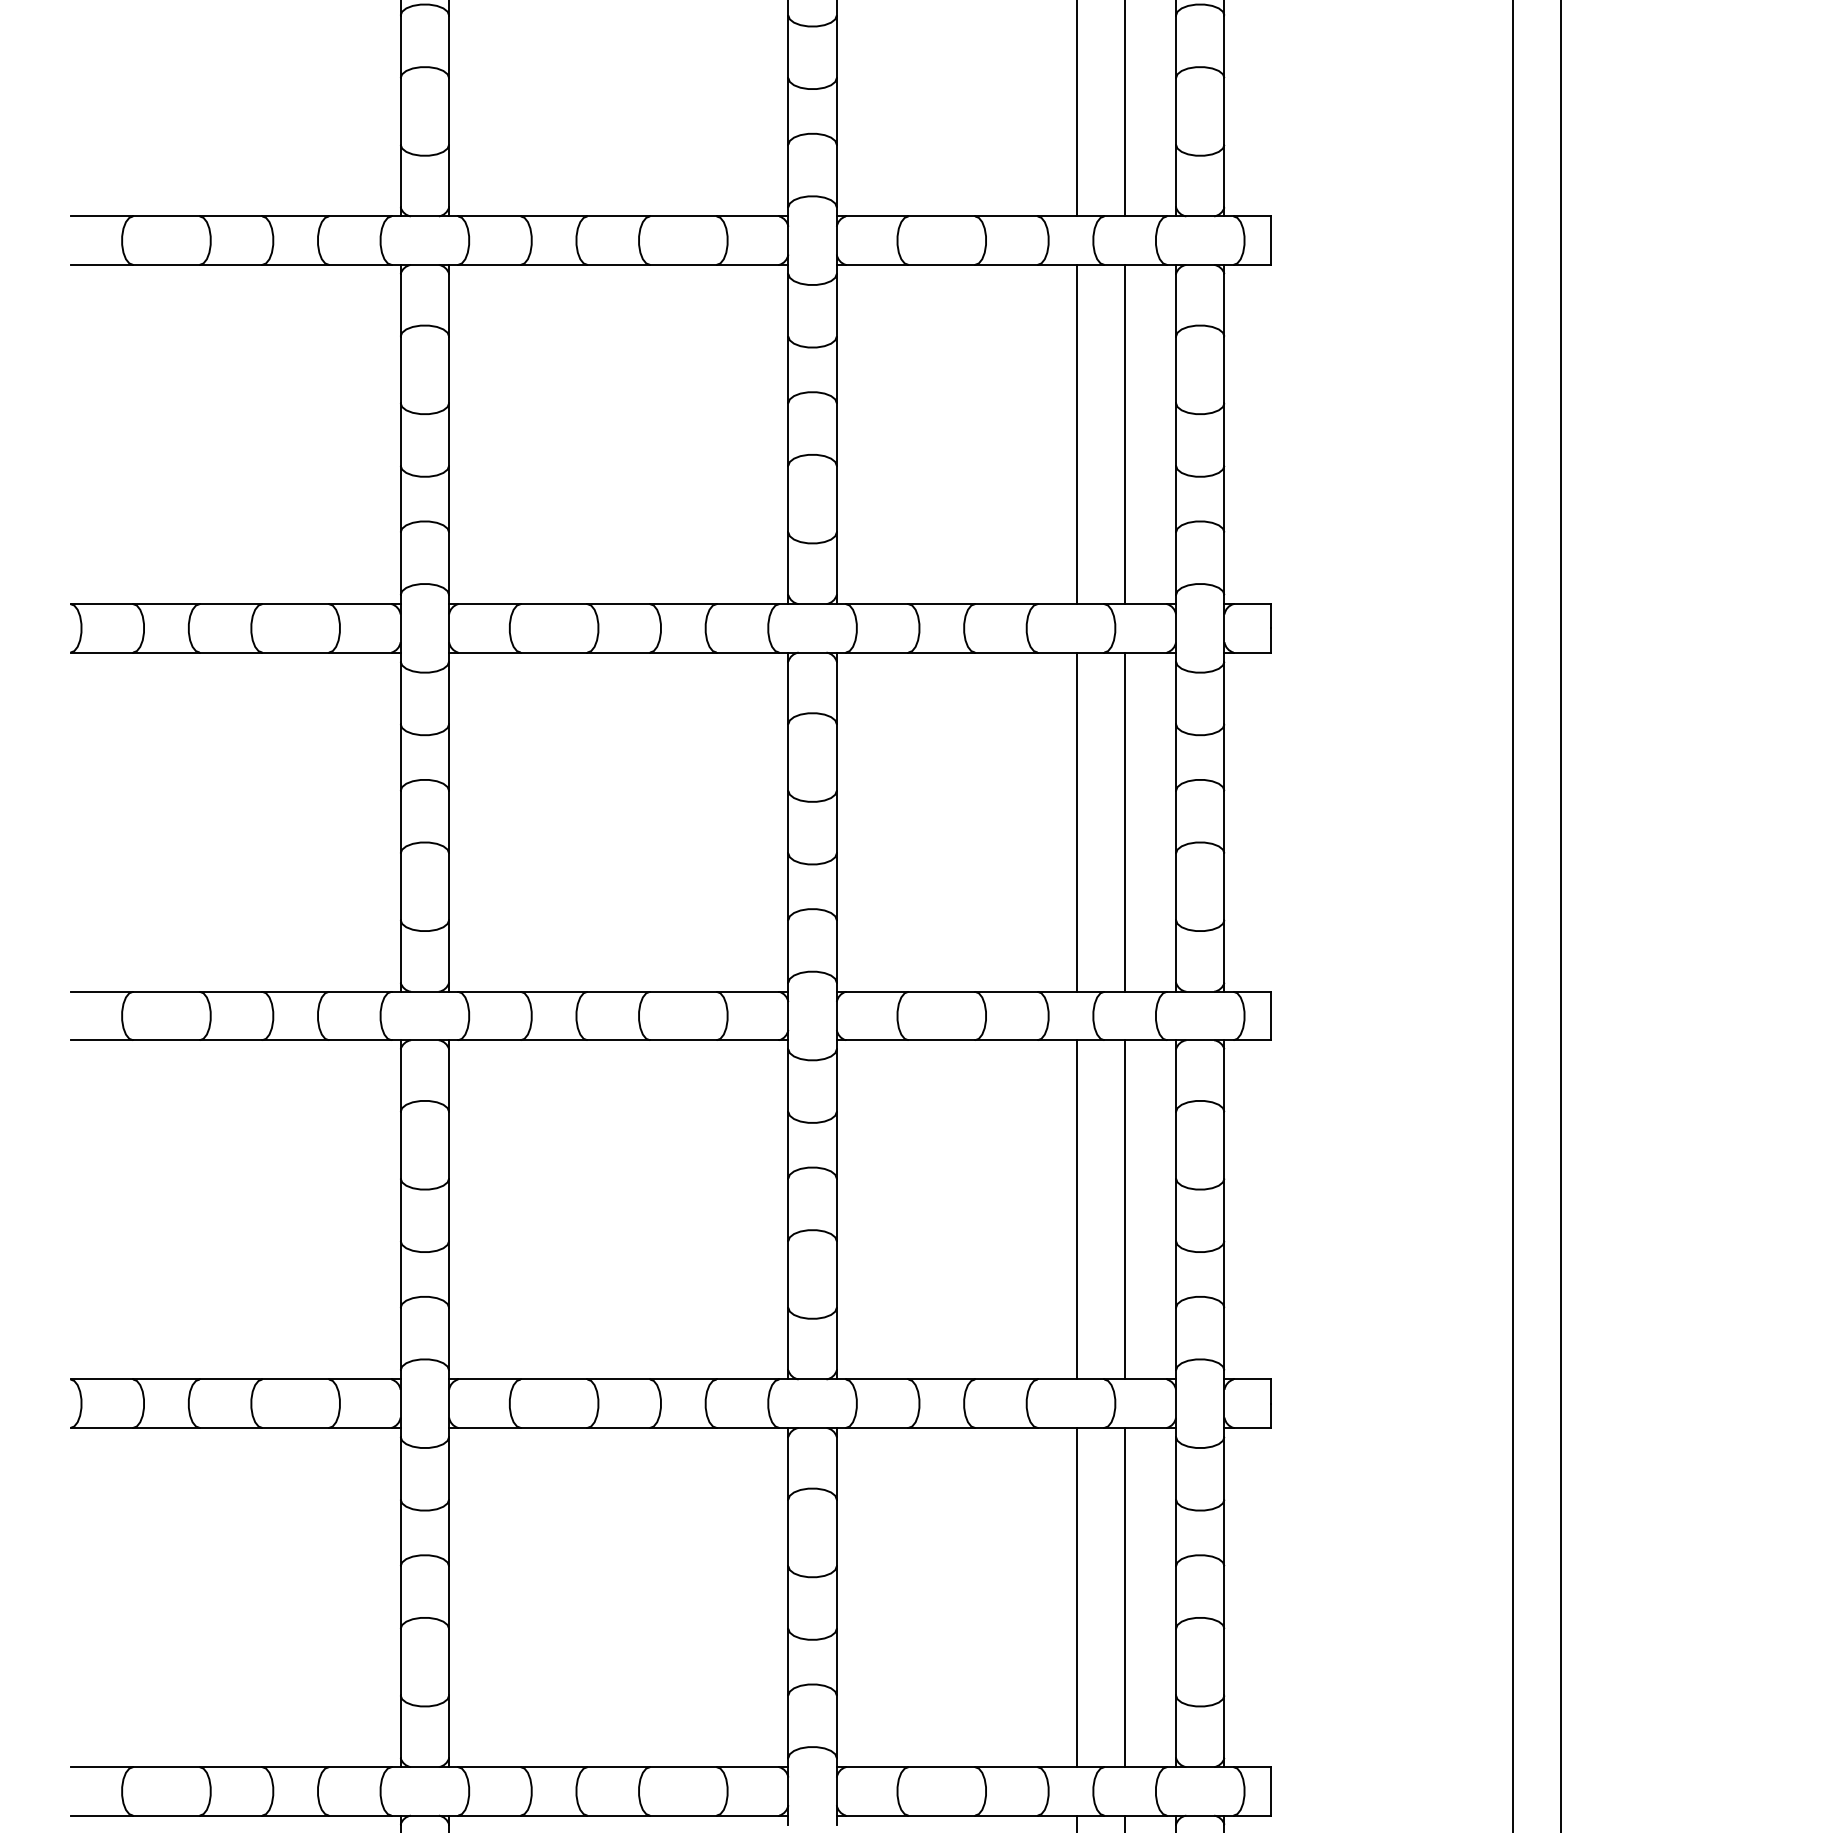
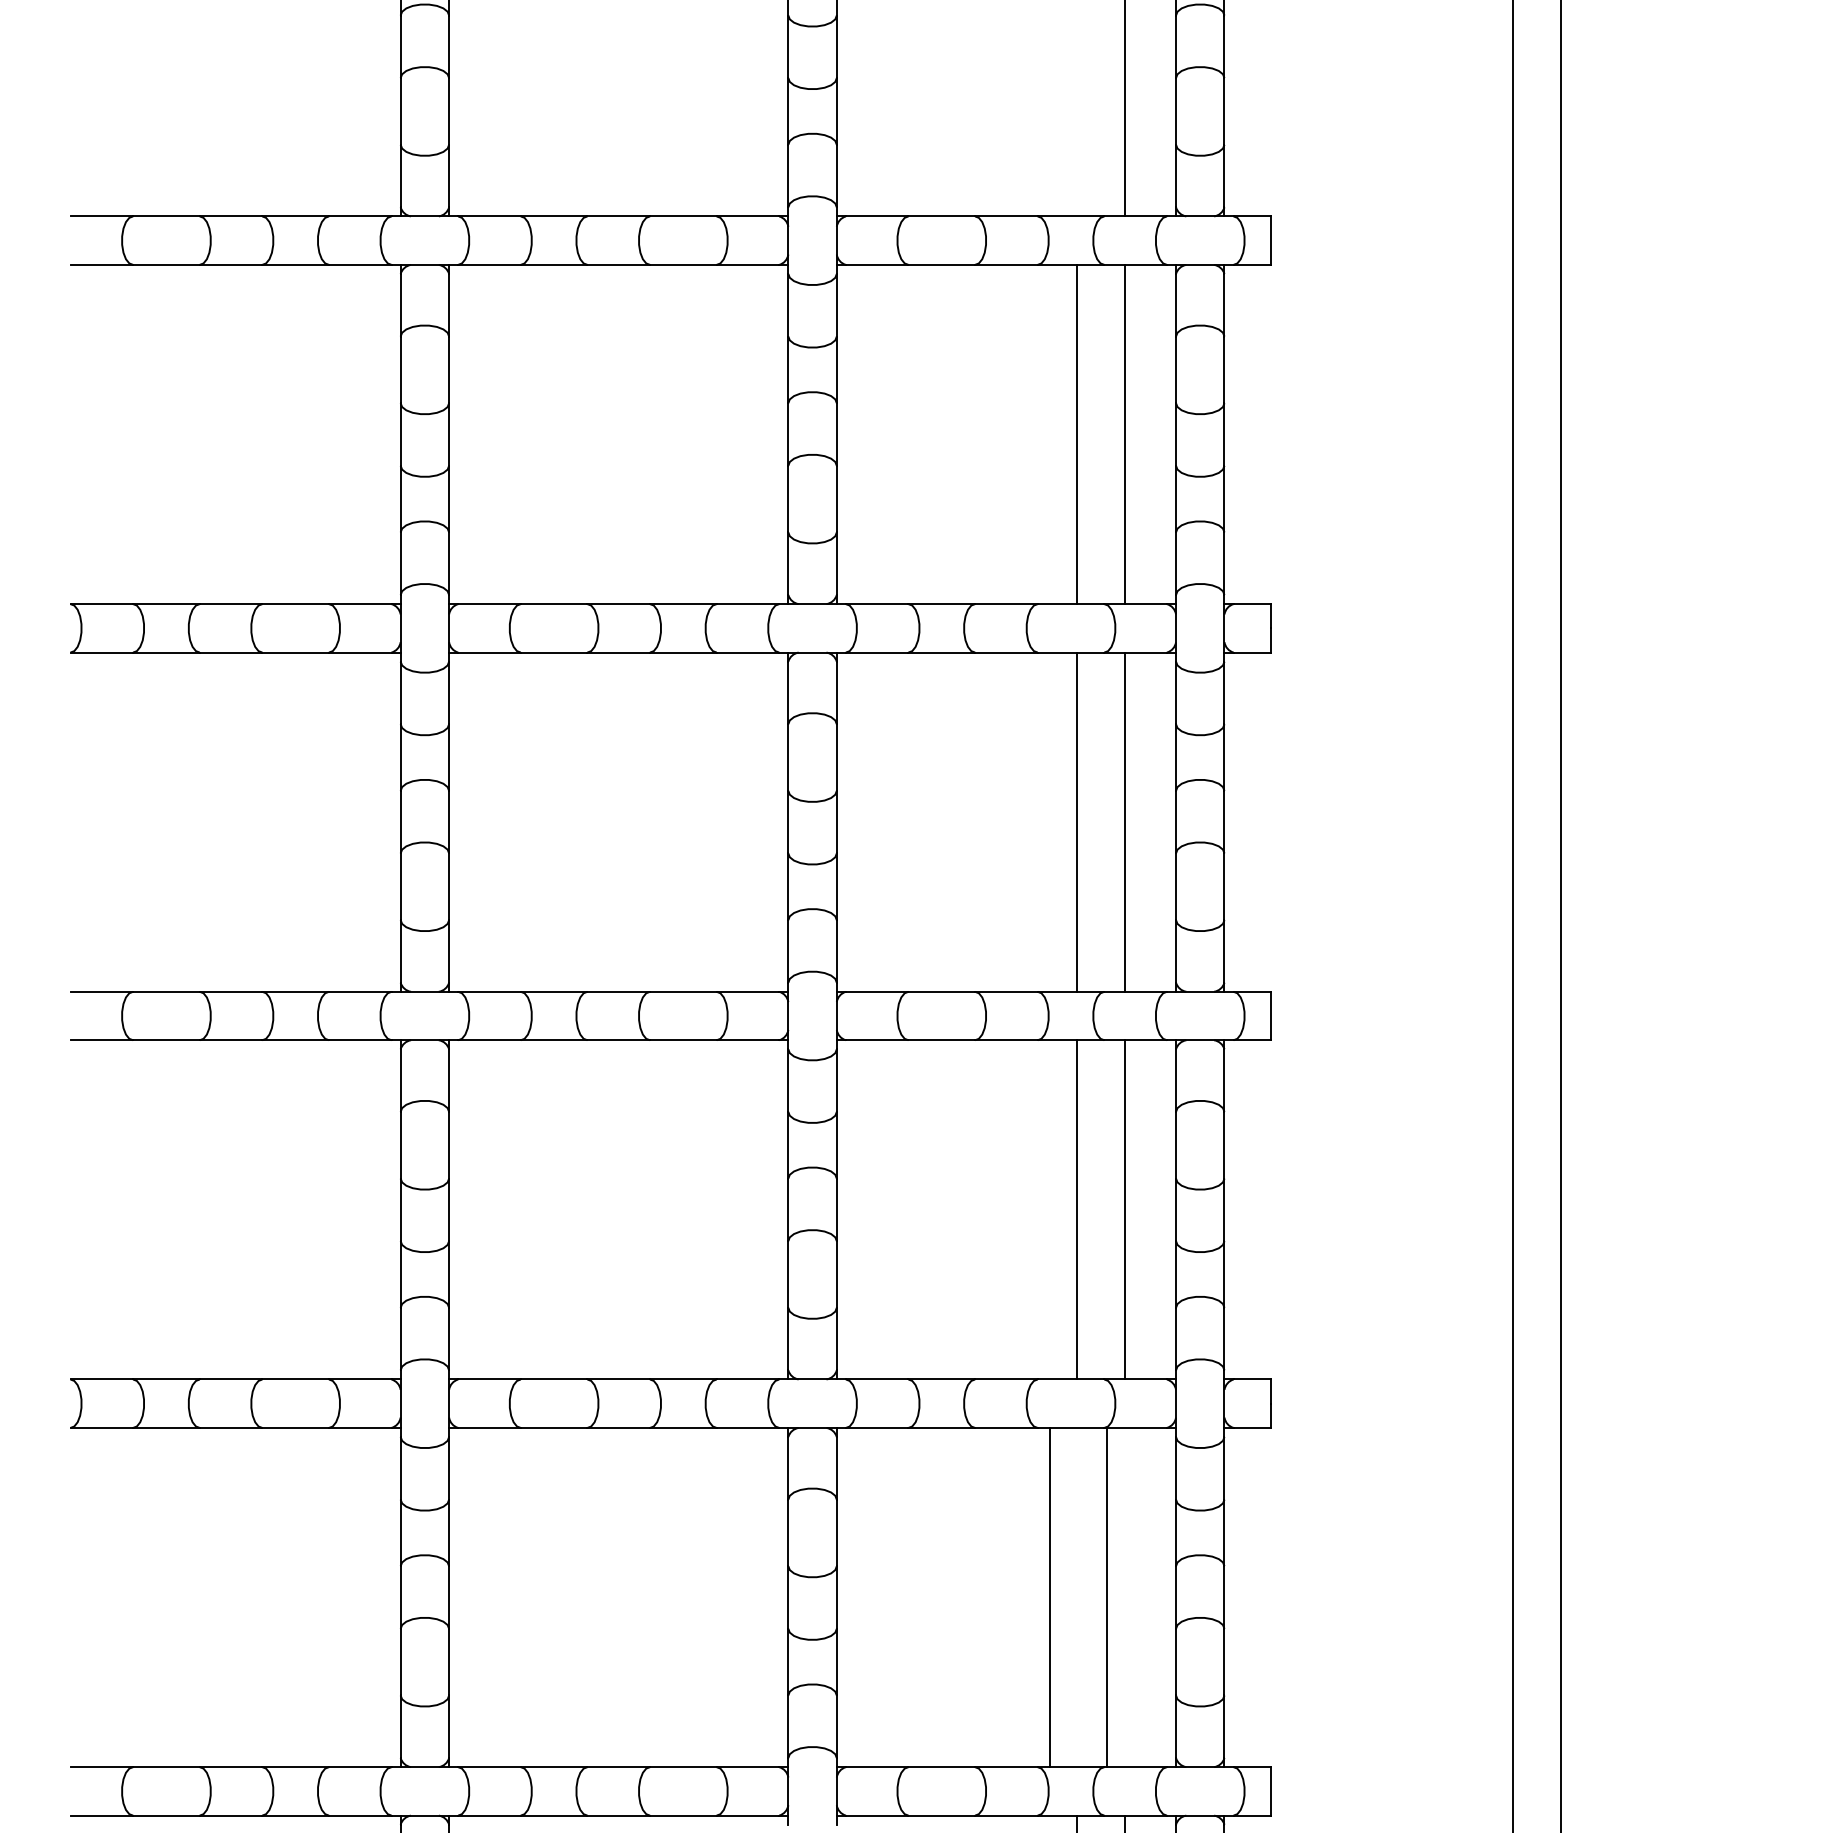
line at (1076, 109): present -> none
line at (1076, 1597) position: (1076, 1597) -> (1049, 1597)
line at (1125, 1597) position: (1125, 1597) -> (1107, 1597)
